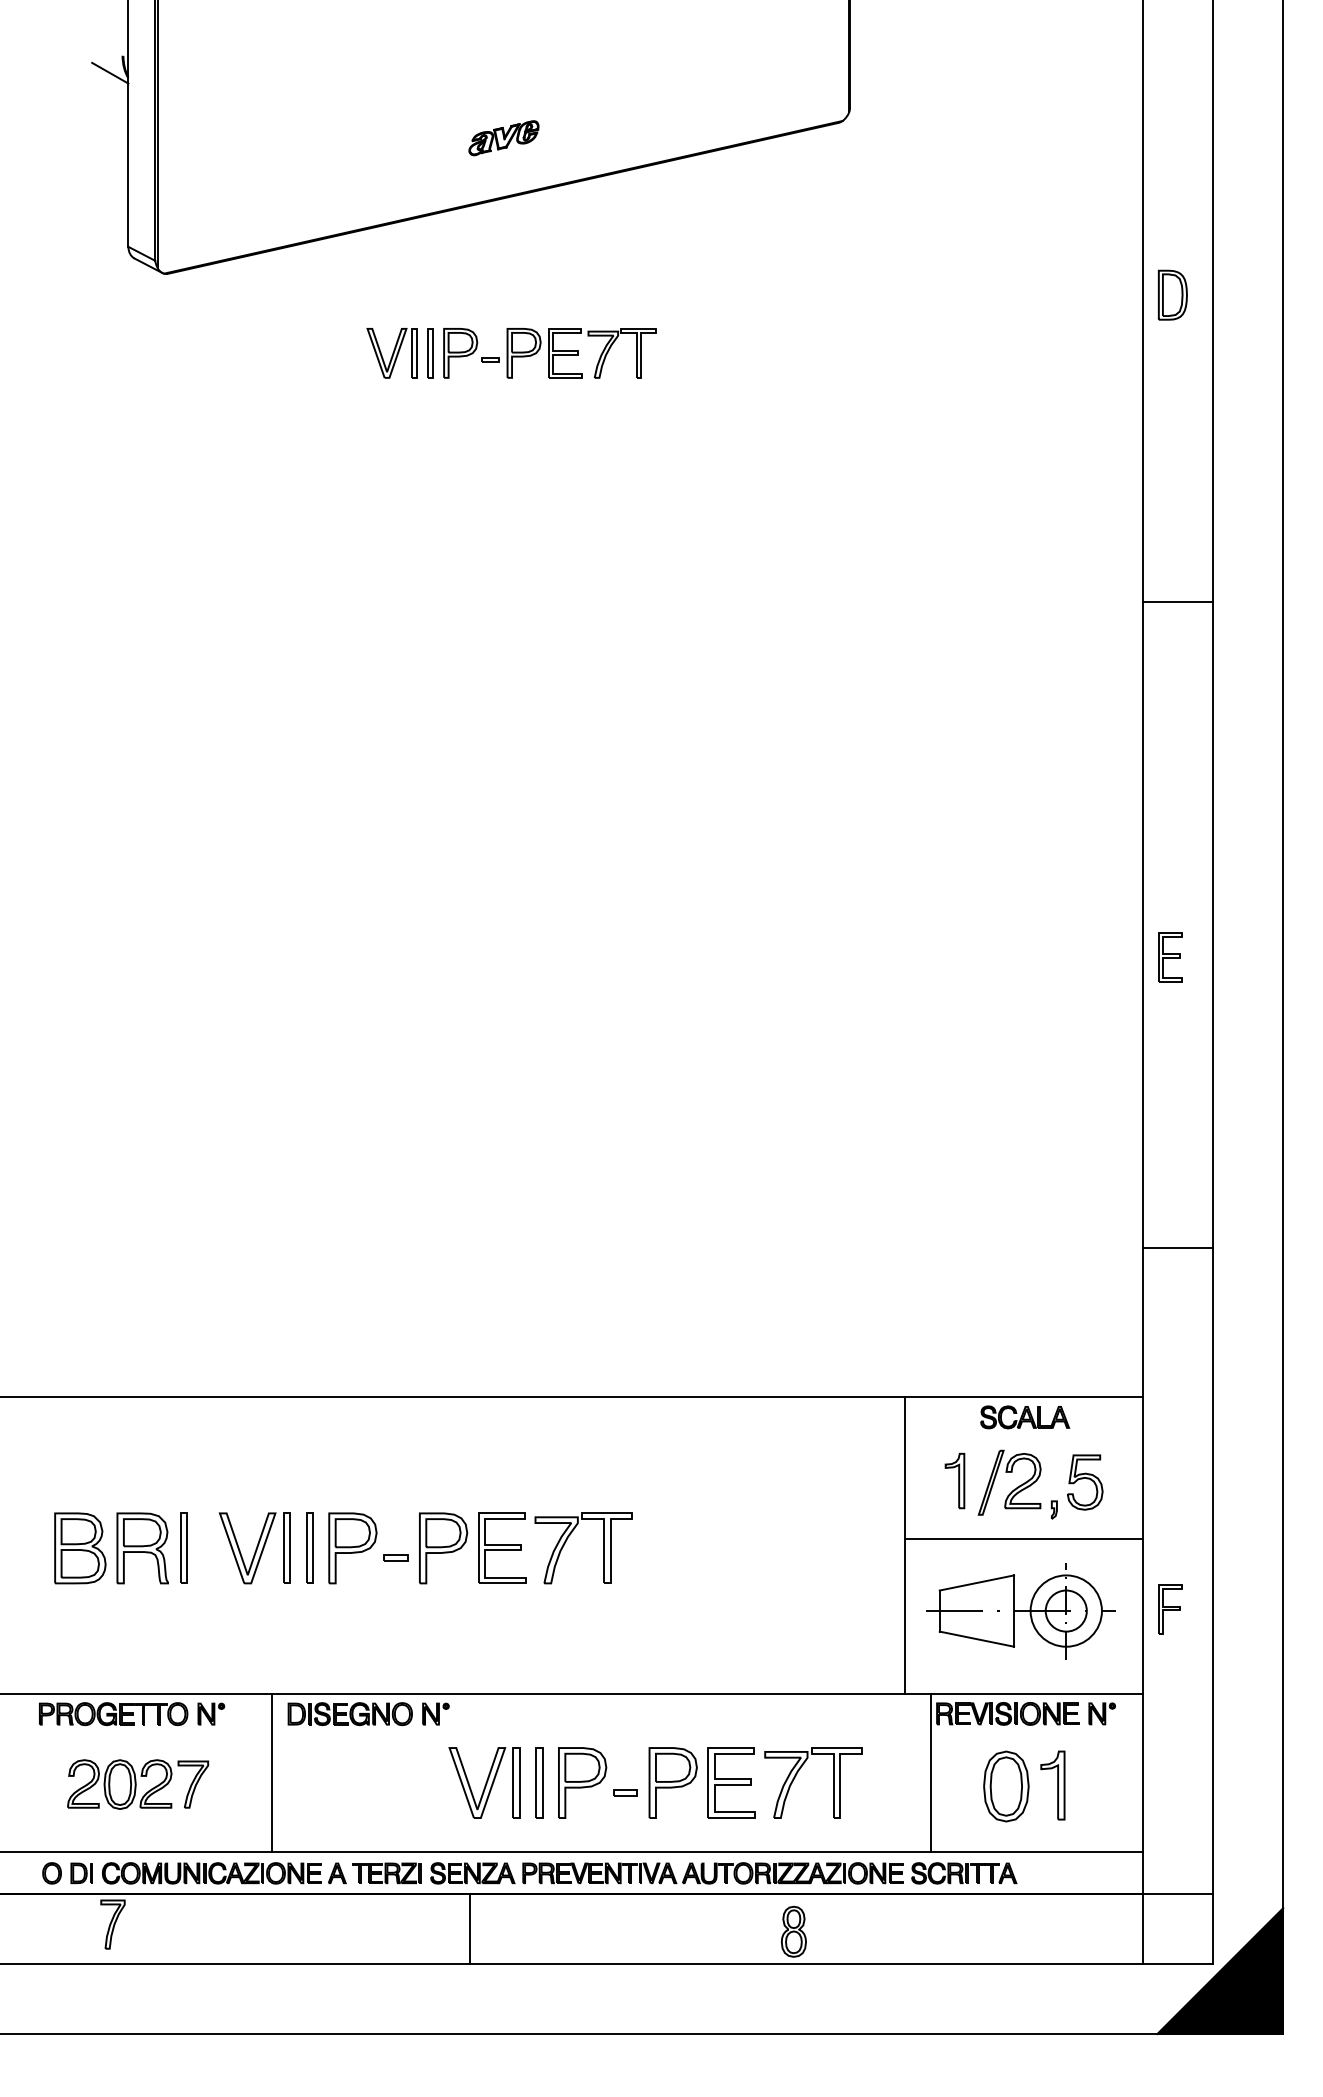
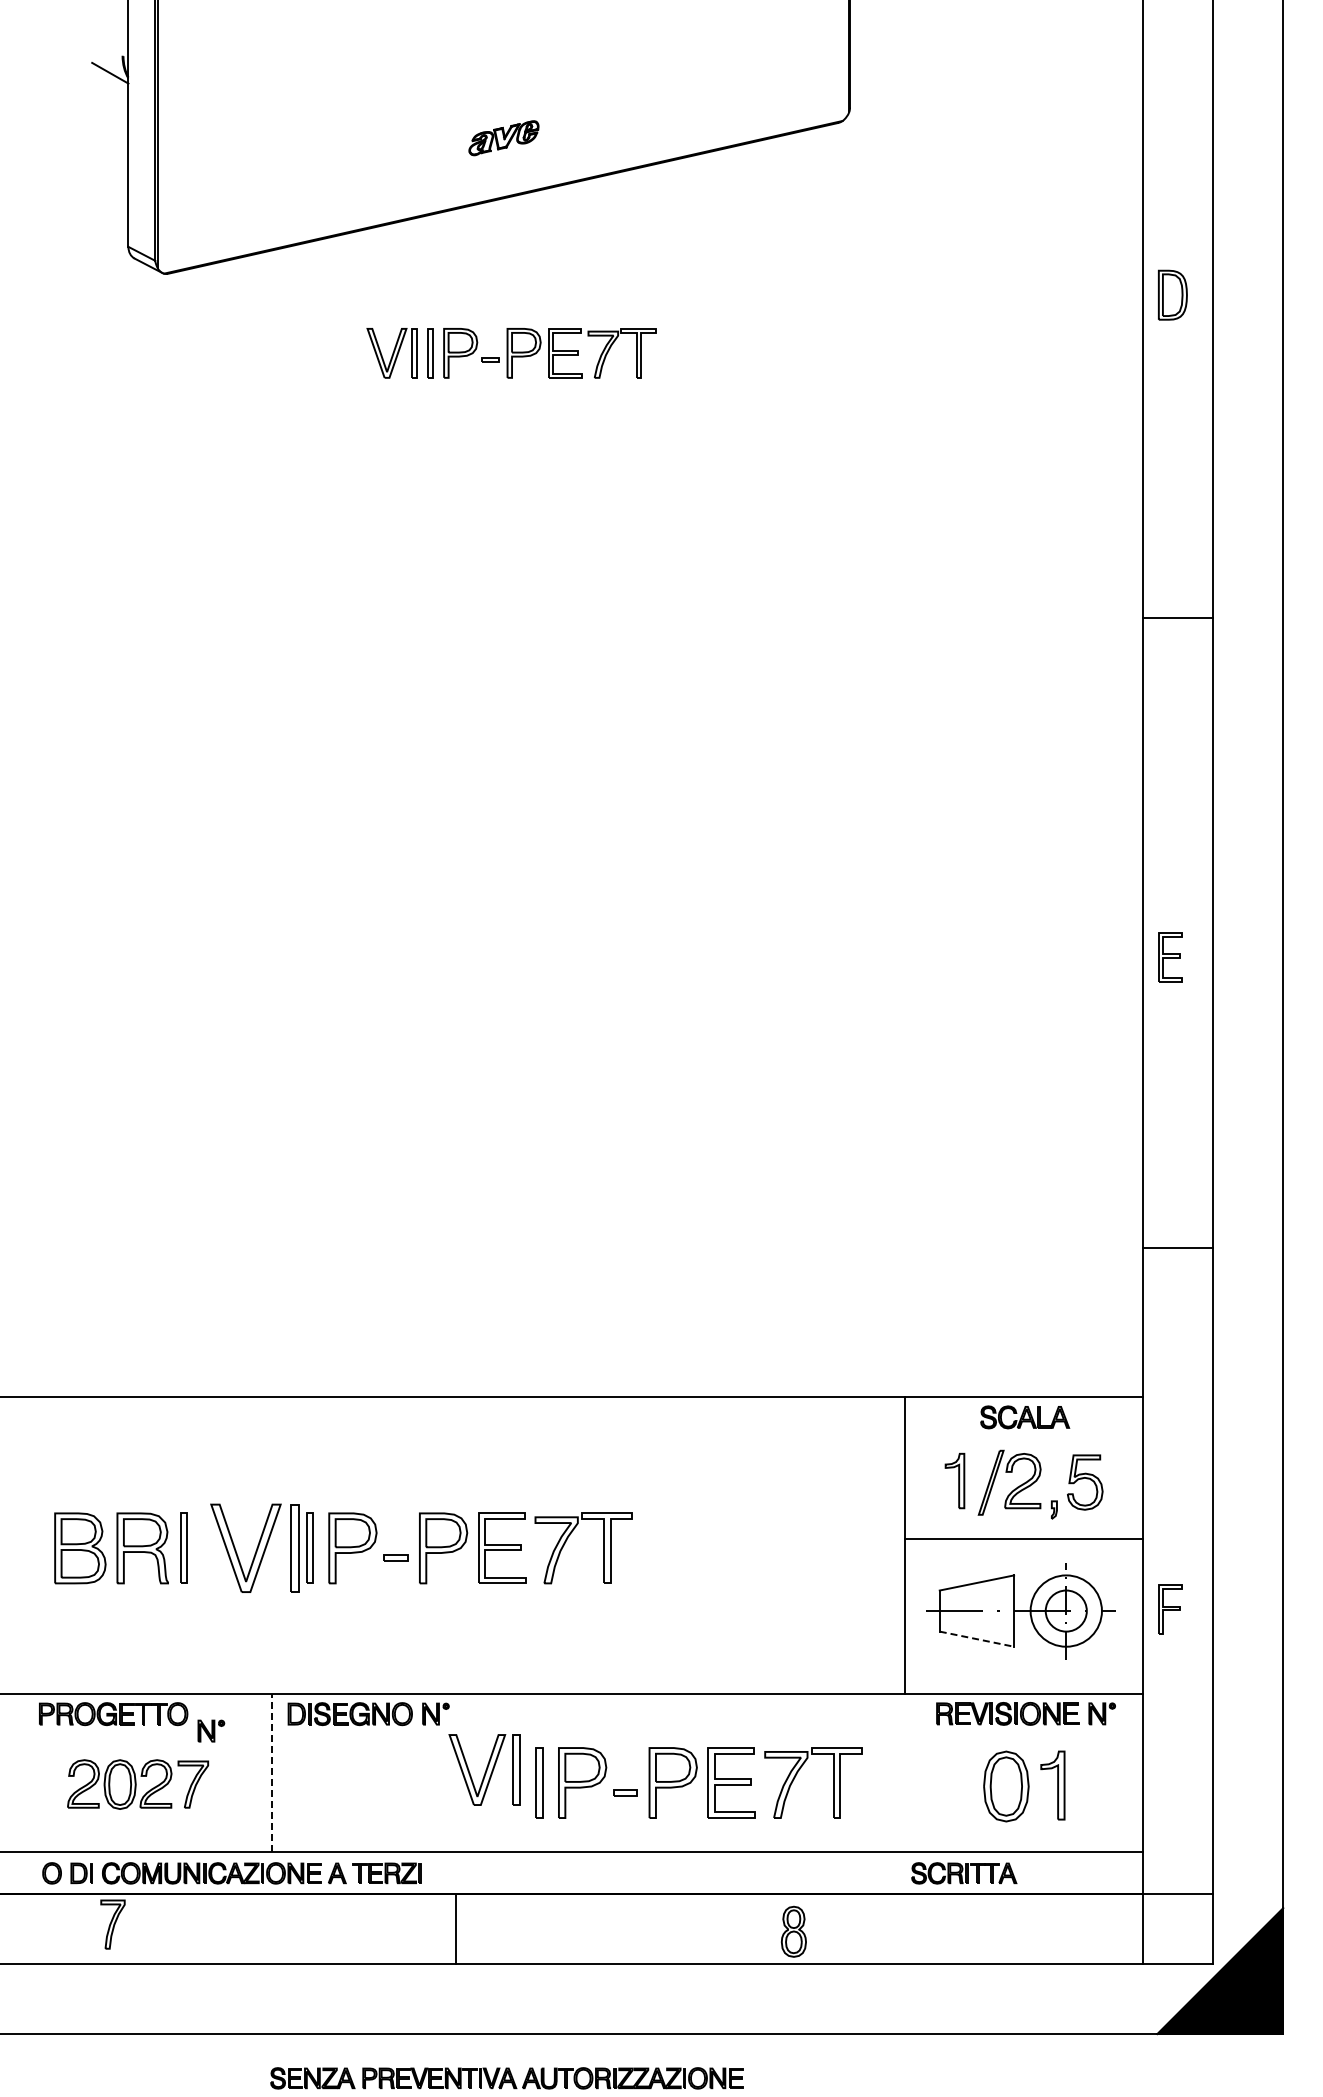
line at (1178, 601) position: (1178, 601) -> (1178, 617)
part at (254, 1548) size: 73x73 px -> 90x90 px
line at (976, 1639): solid -> dashed
part at (211, 1713) position: (211, 1713) -> (211, 1730)
line at (272, 1772): solid -> dashed
line at (930, 1772): present -> none
part at (484, 1782) position: (484, 1782) -> (484, 1769)
part at (666, 1873) position: (666, 1873) -> (506, 2078)
line at (469, 1929) position: (469, 1929) -> (455, 1929)
